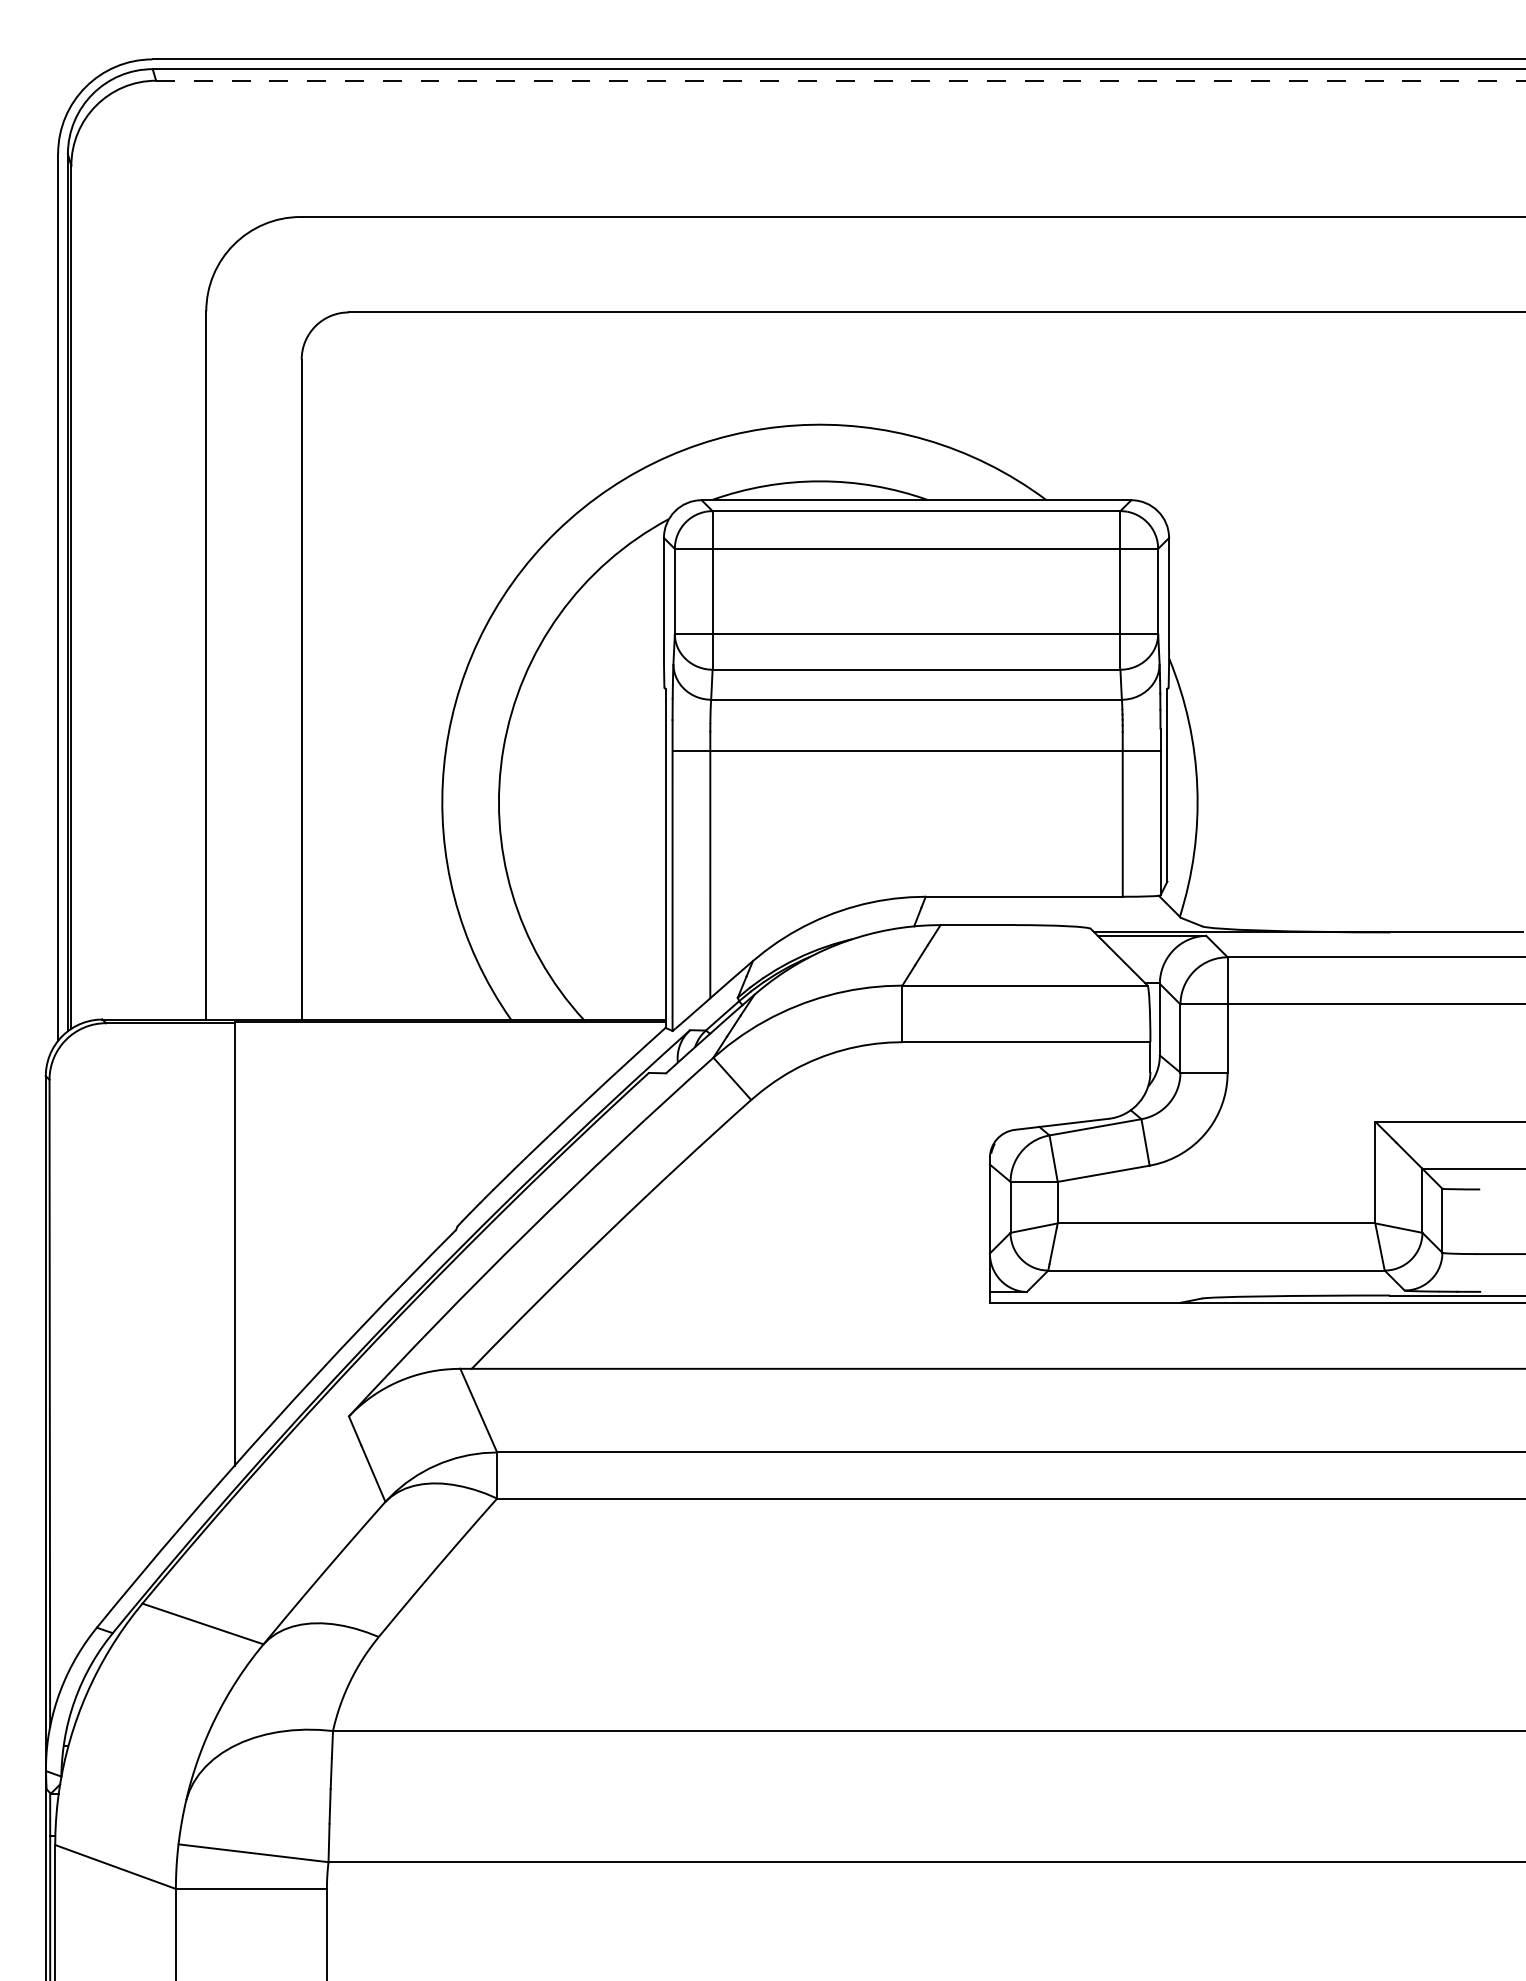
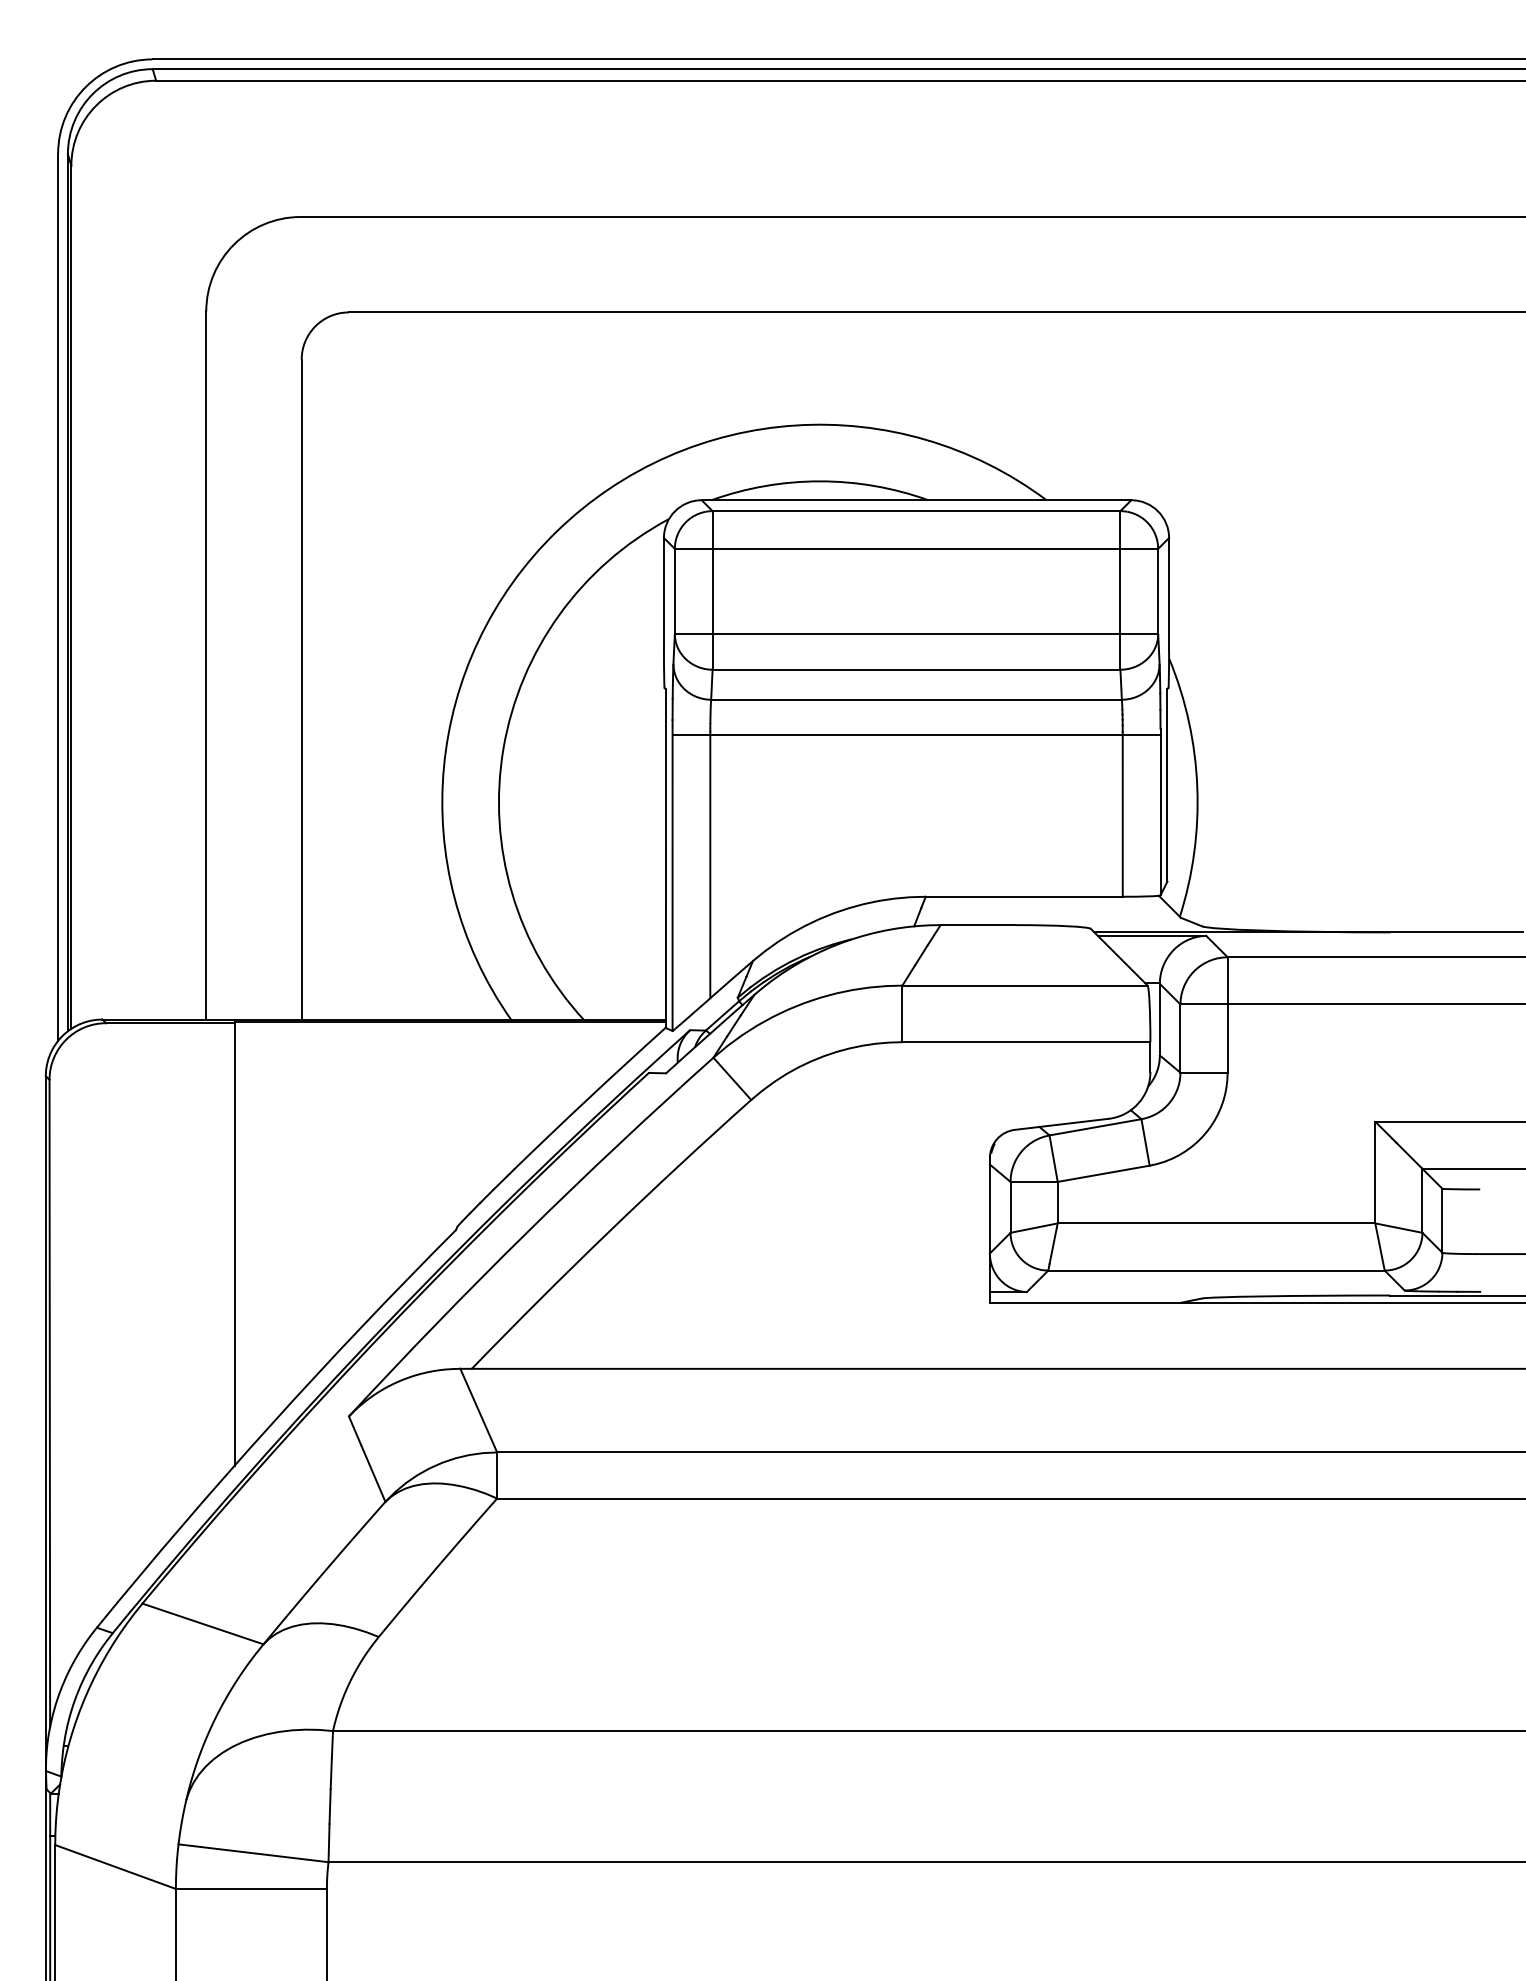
line at (841, 80): dashed -> solid
line at (916, 751) position: (916, 751) -> (916, 735)
